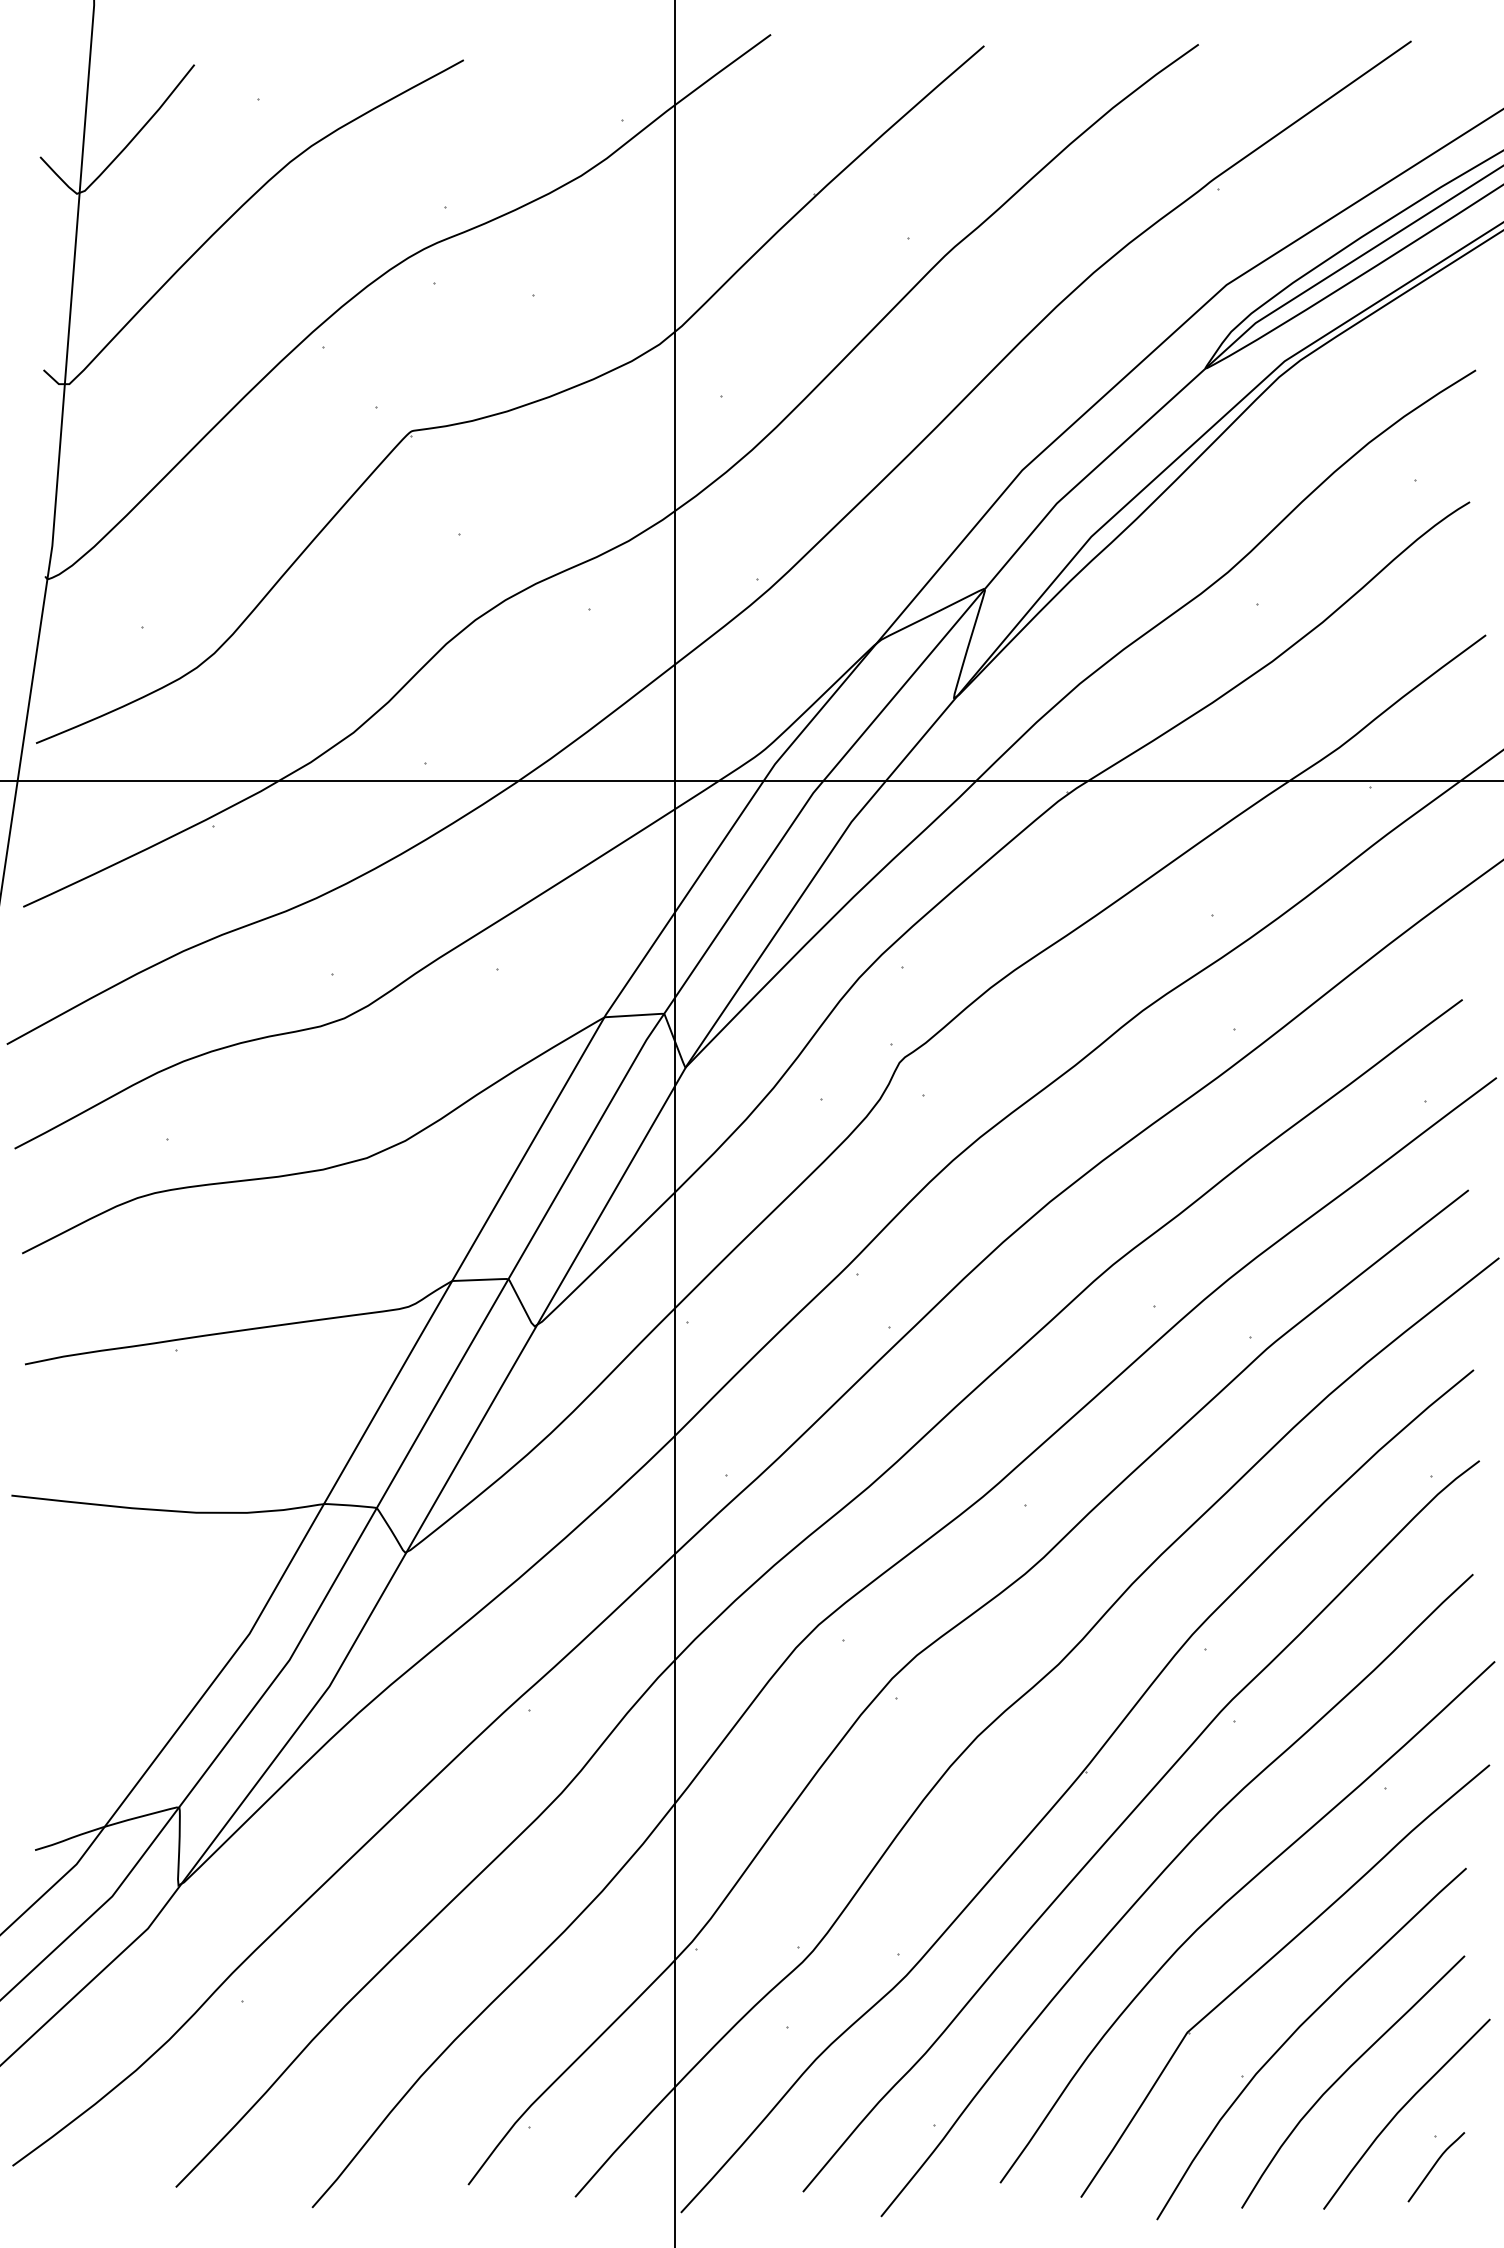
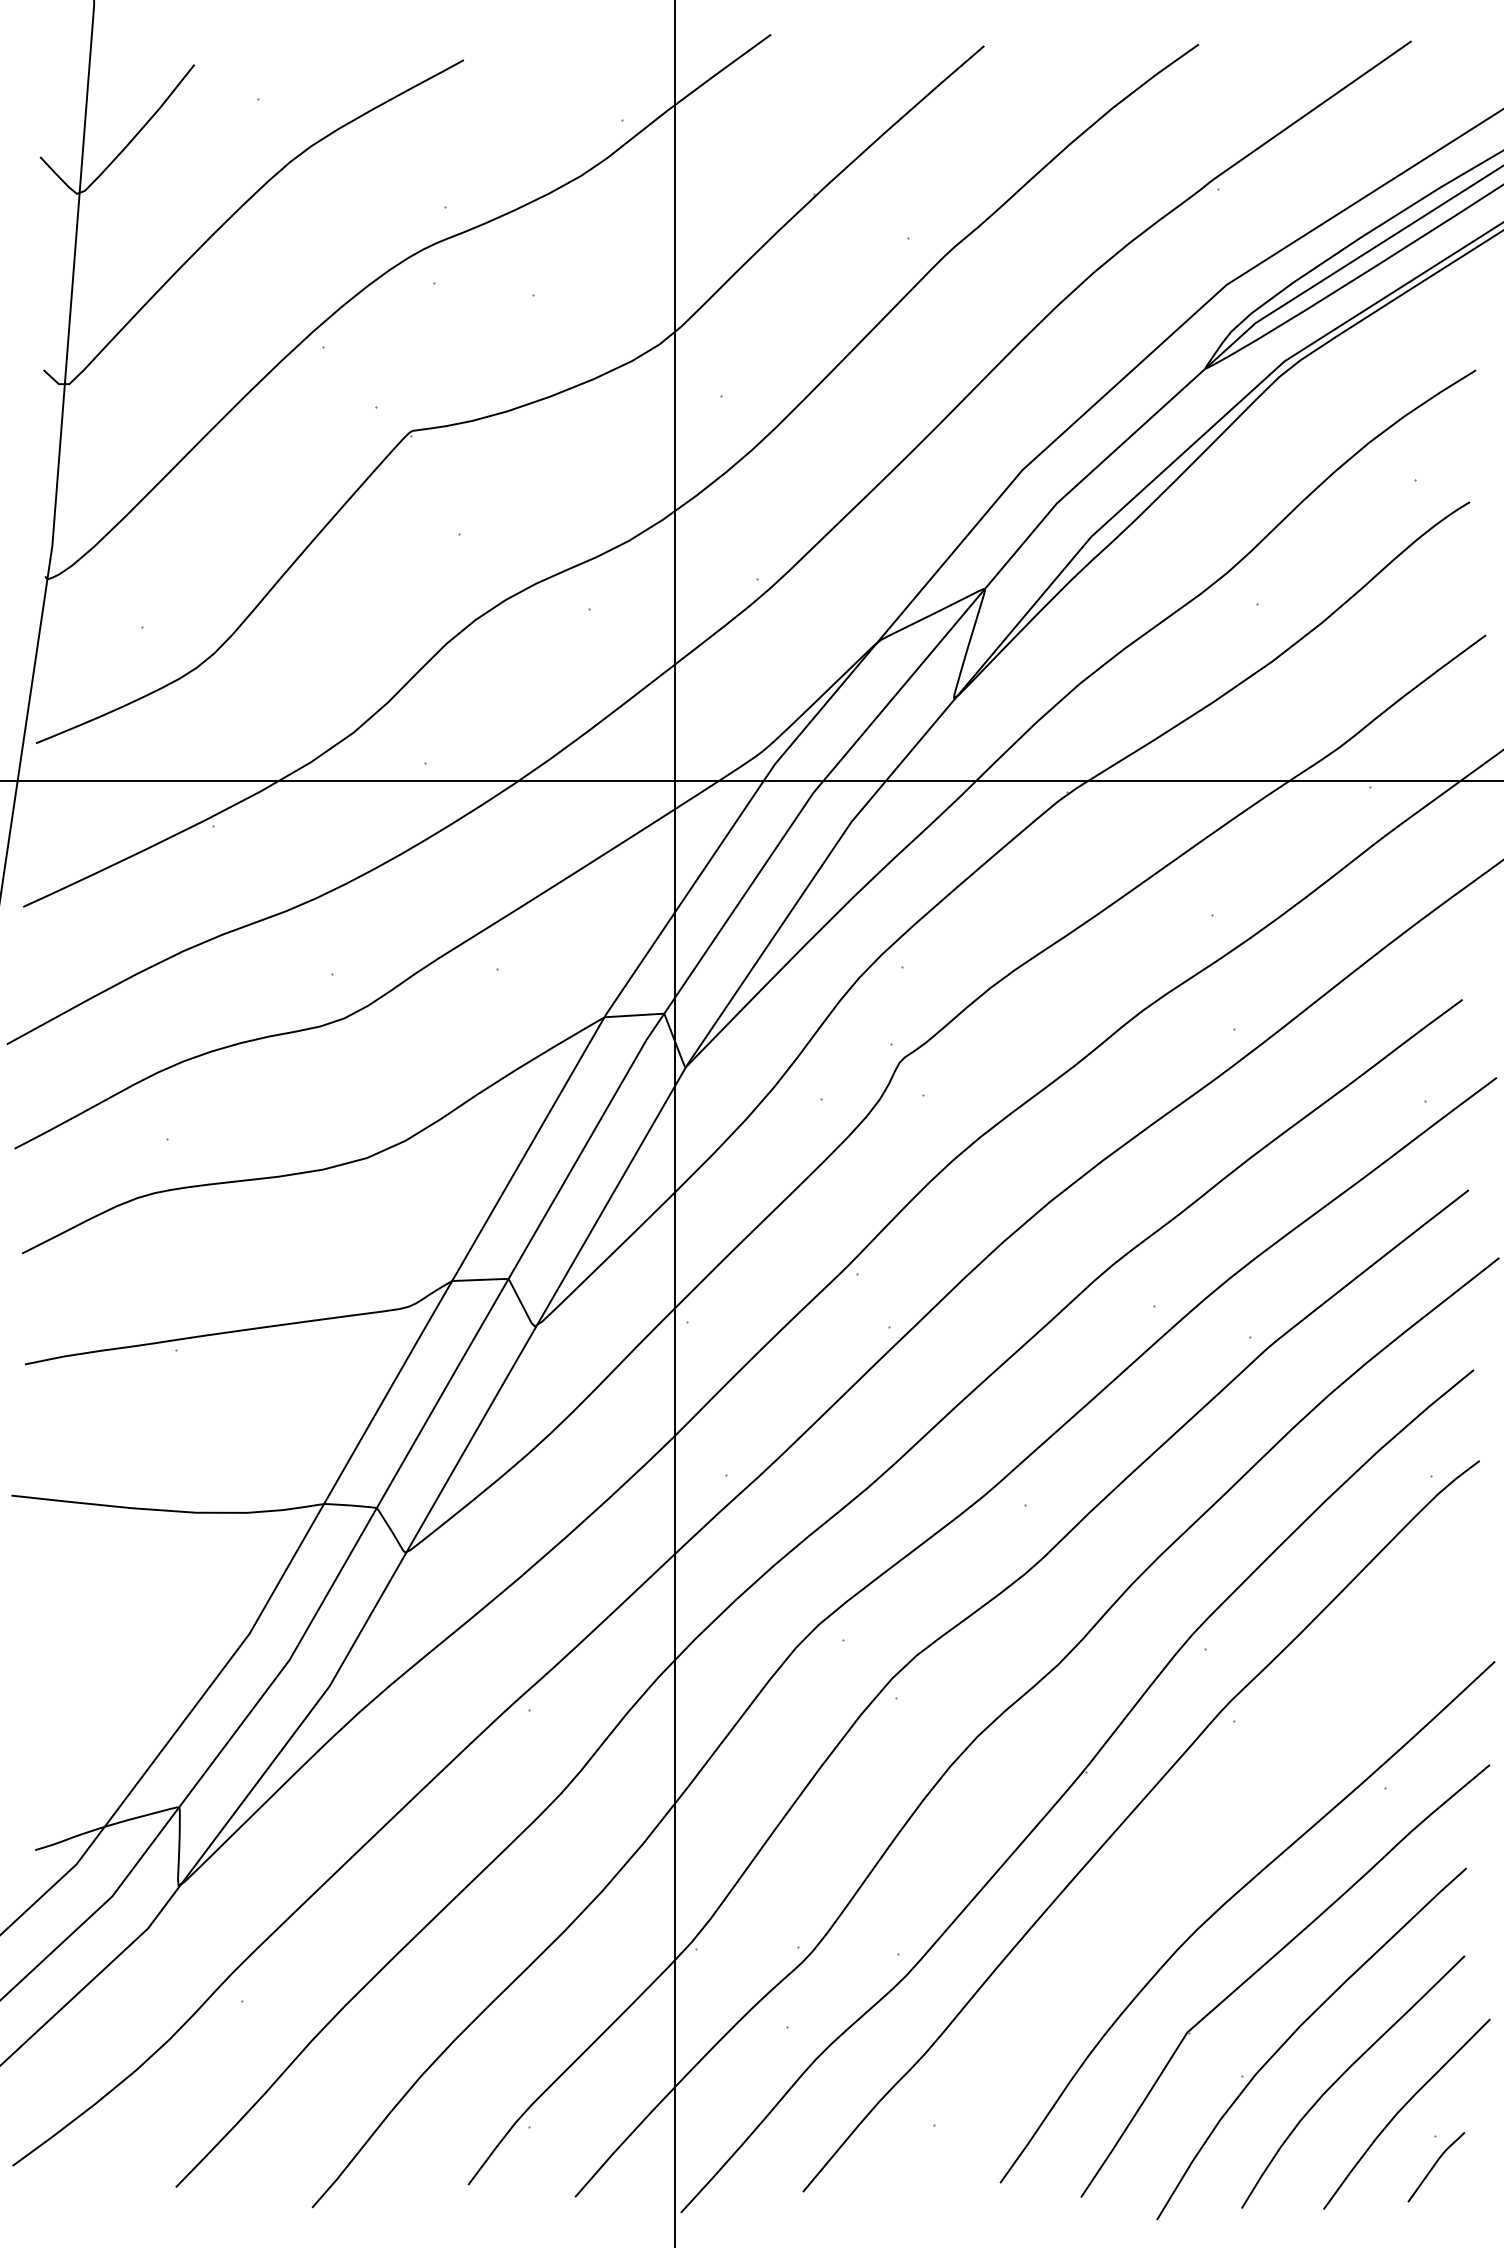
curve at (1159, 1877): present -> none
